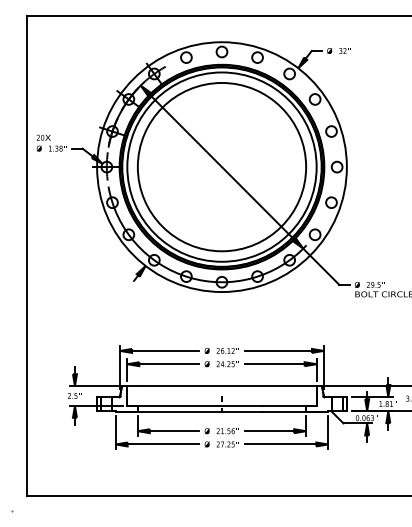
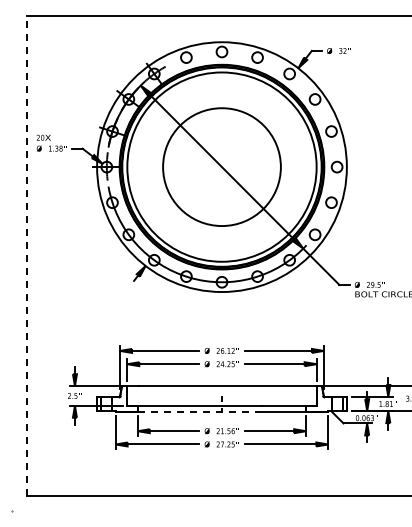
circle at (221, 166) diameter: 168 px -> 118 px
line at (27, 255): solid -> dashed
line at (200, 411): solid -> dashed
